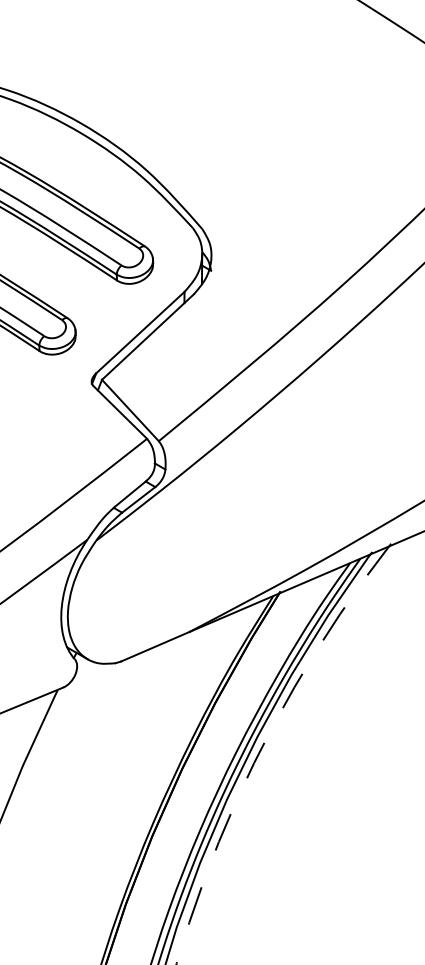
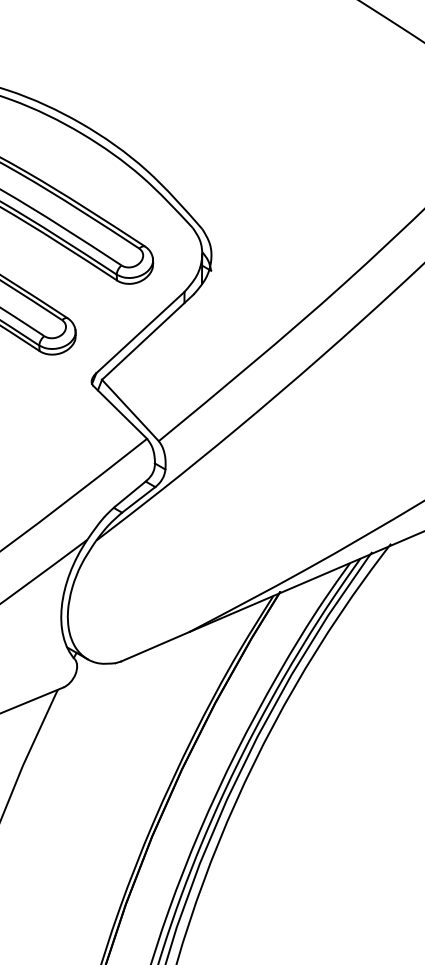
arc at (263, 744): dashed -> solid
